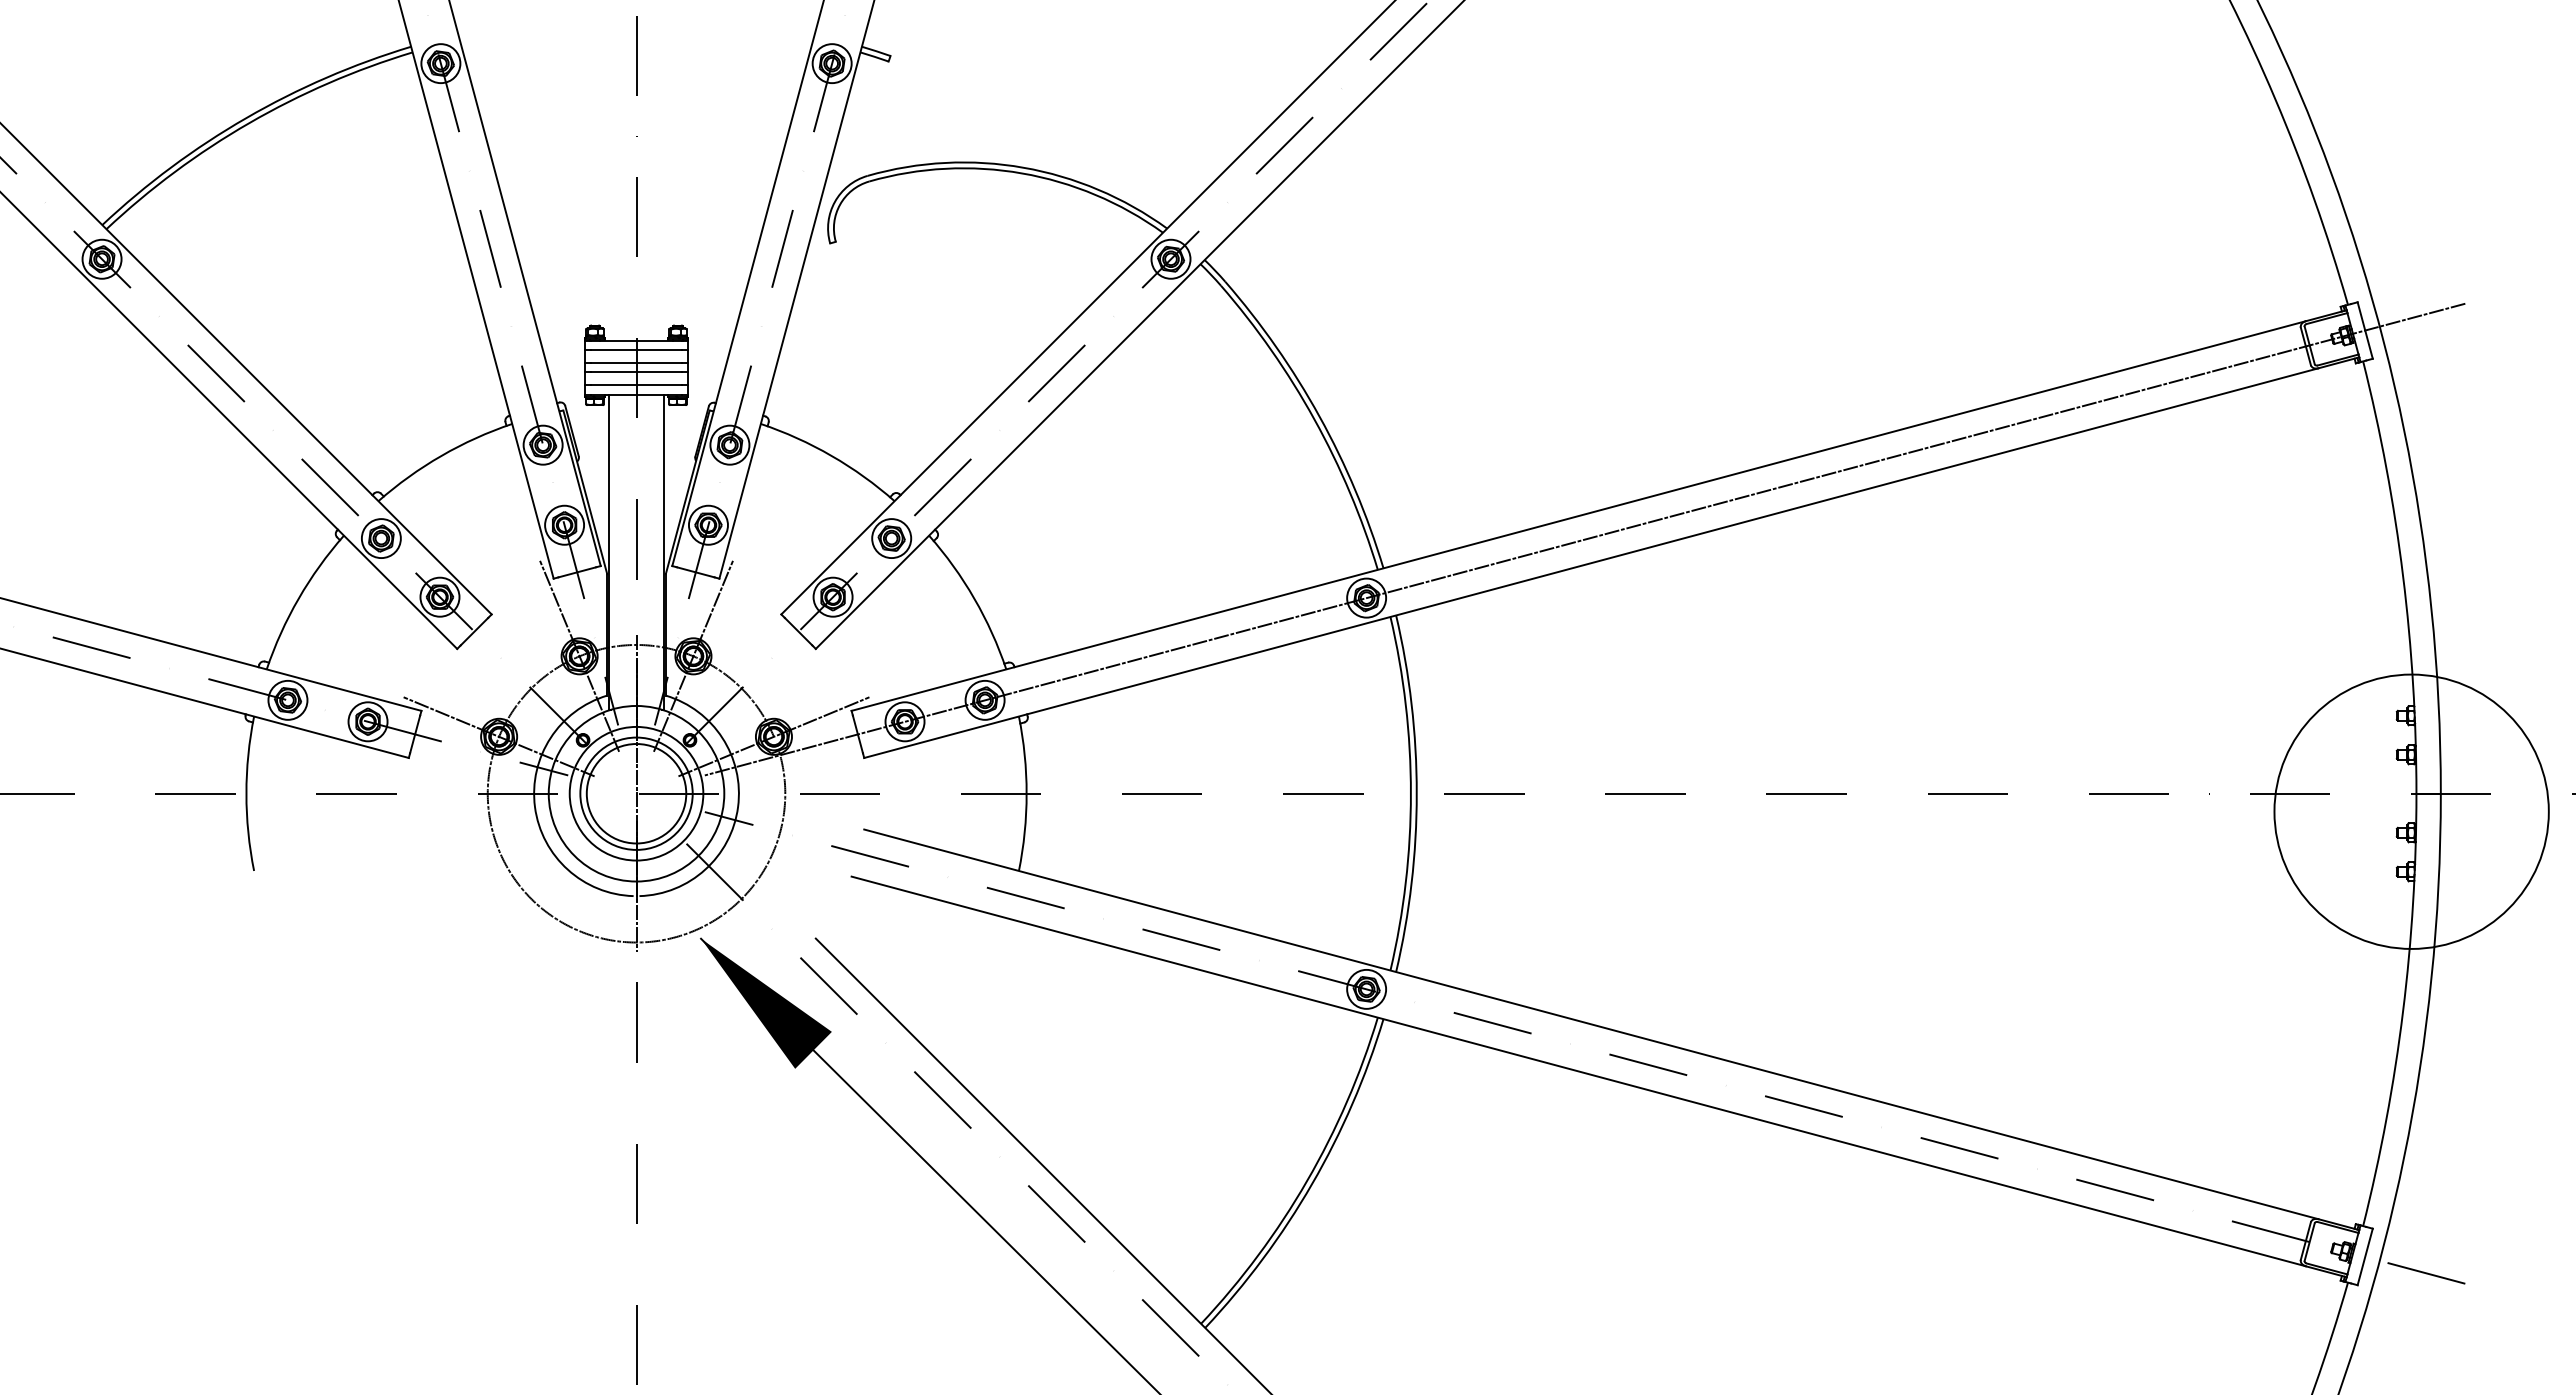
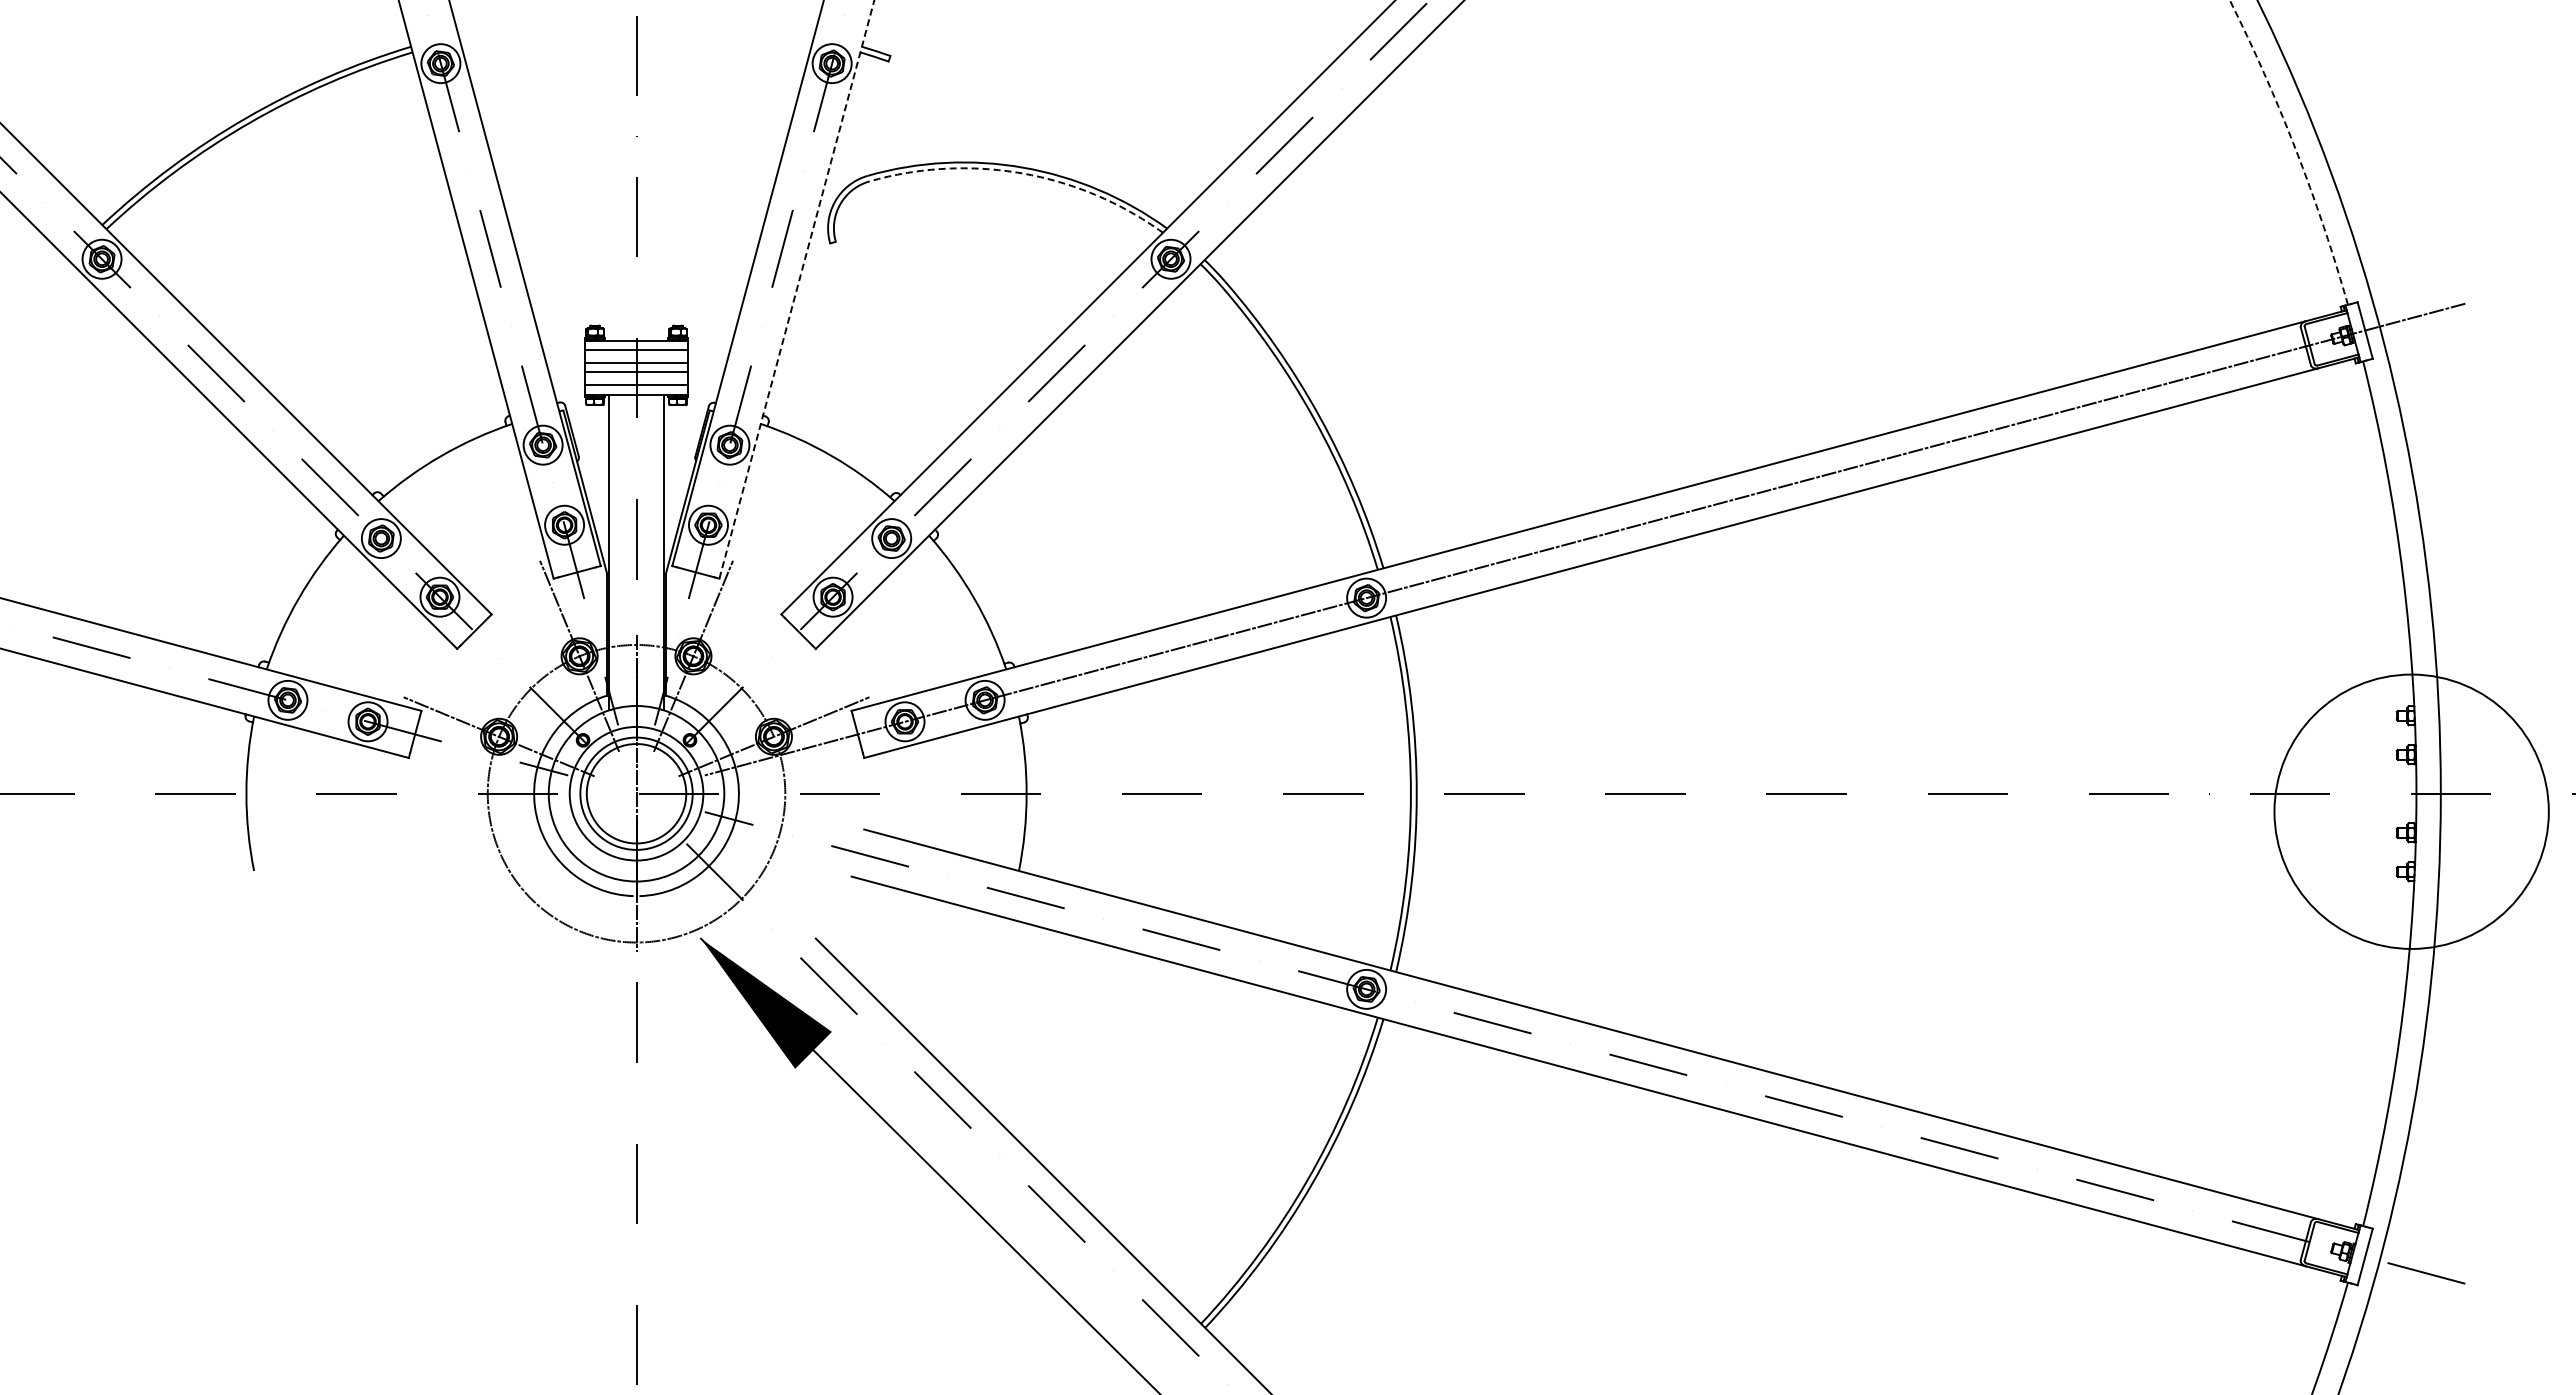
arc at (2295, 149): solid -> dashed
arc at (1022, 173): solid -> dashed
line at (797, 288): solid -> dashed
